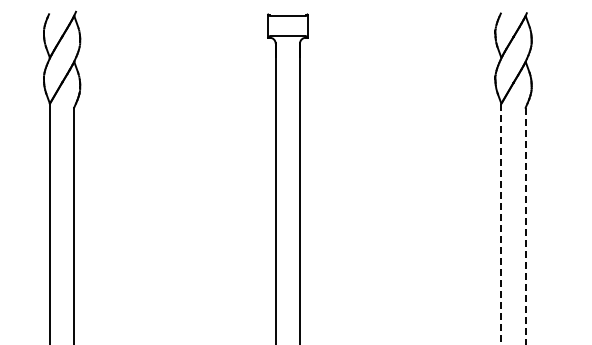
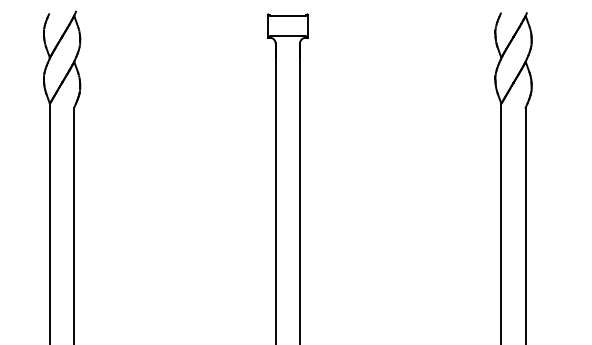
line at (501, 223): dashed -> solid
line at (525, 226): dashed -> solid
